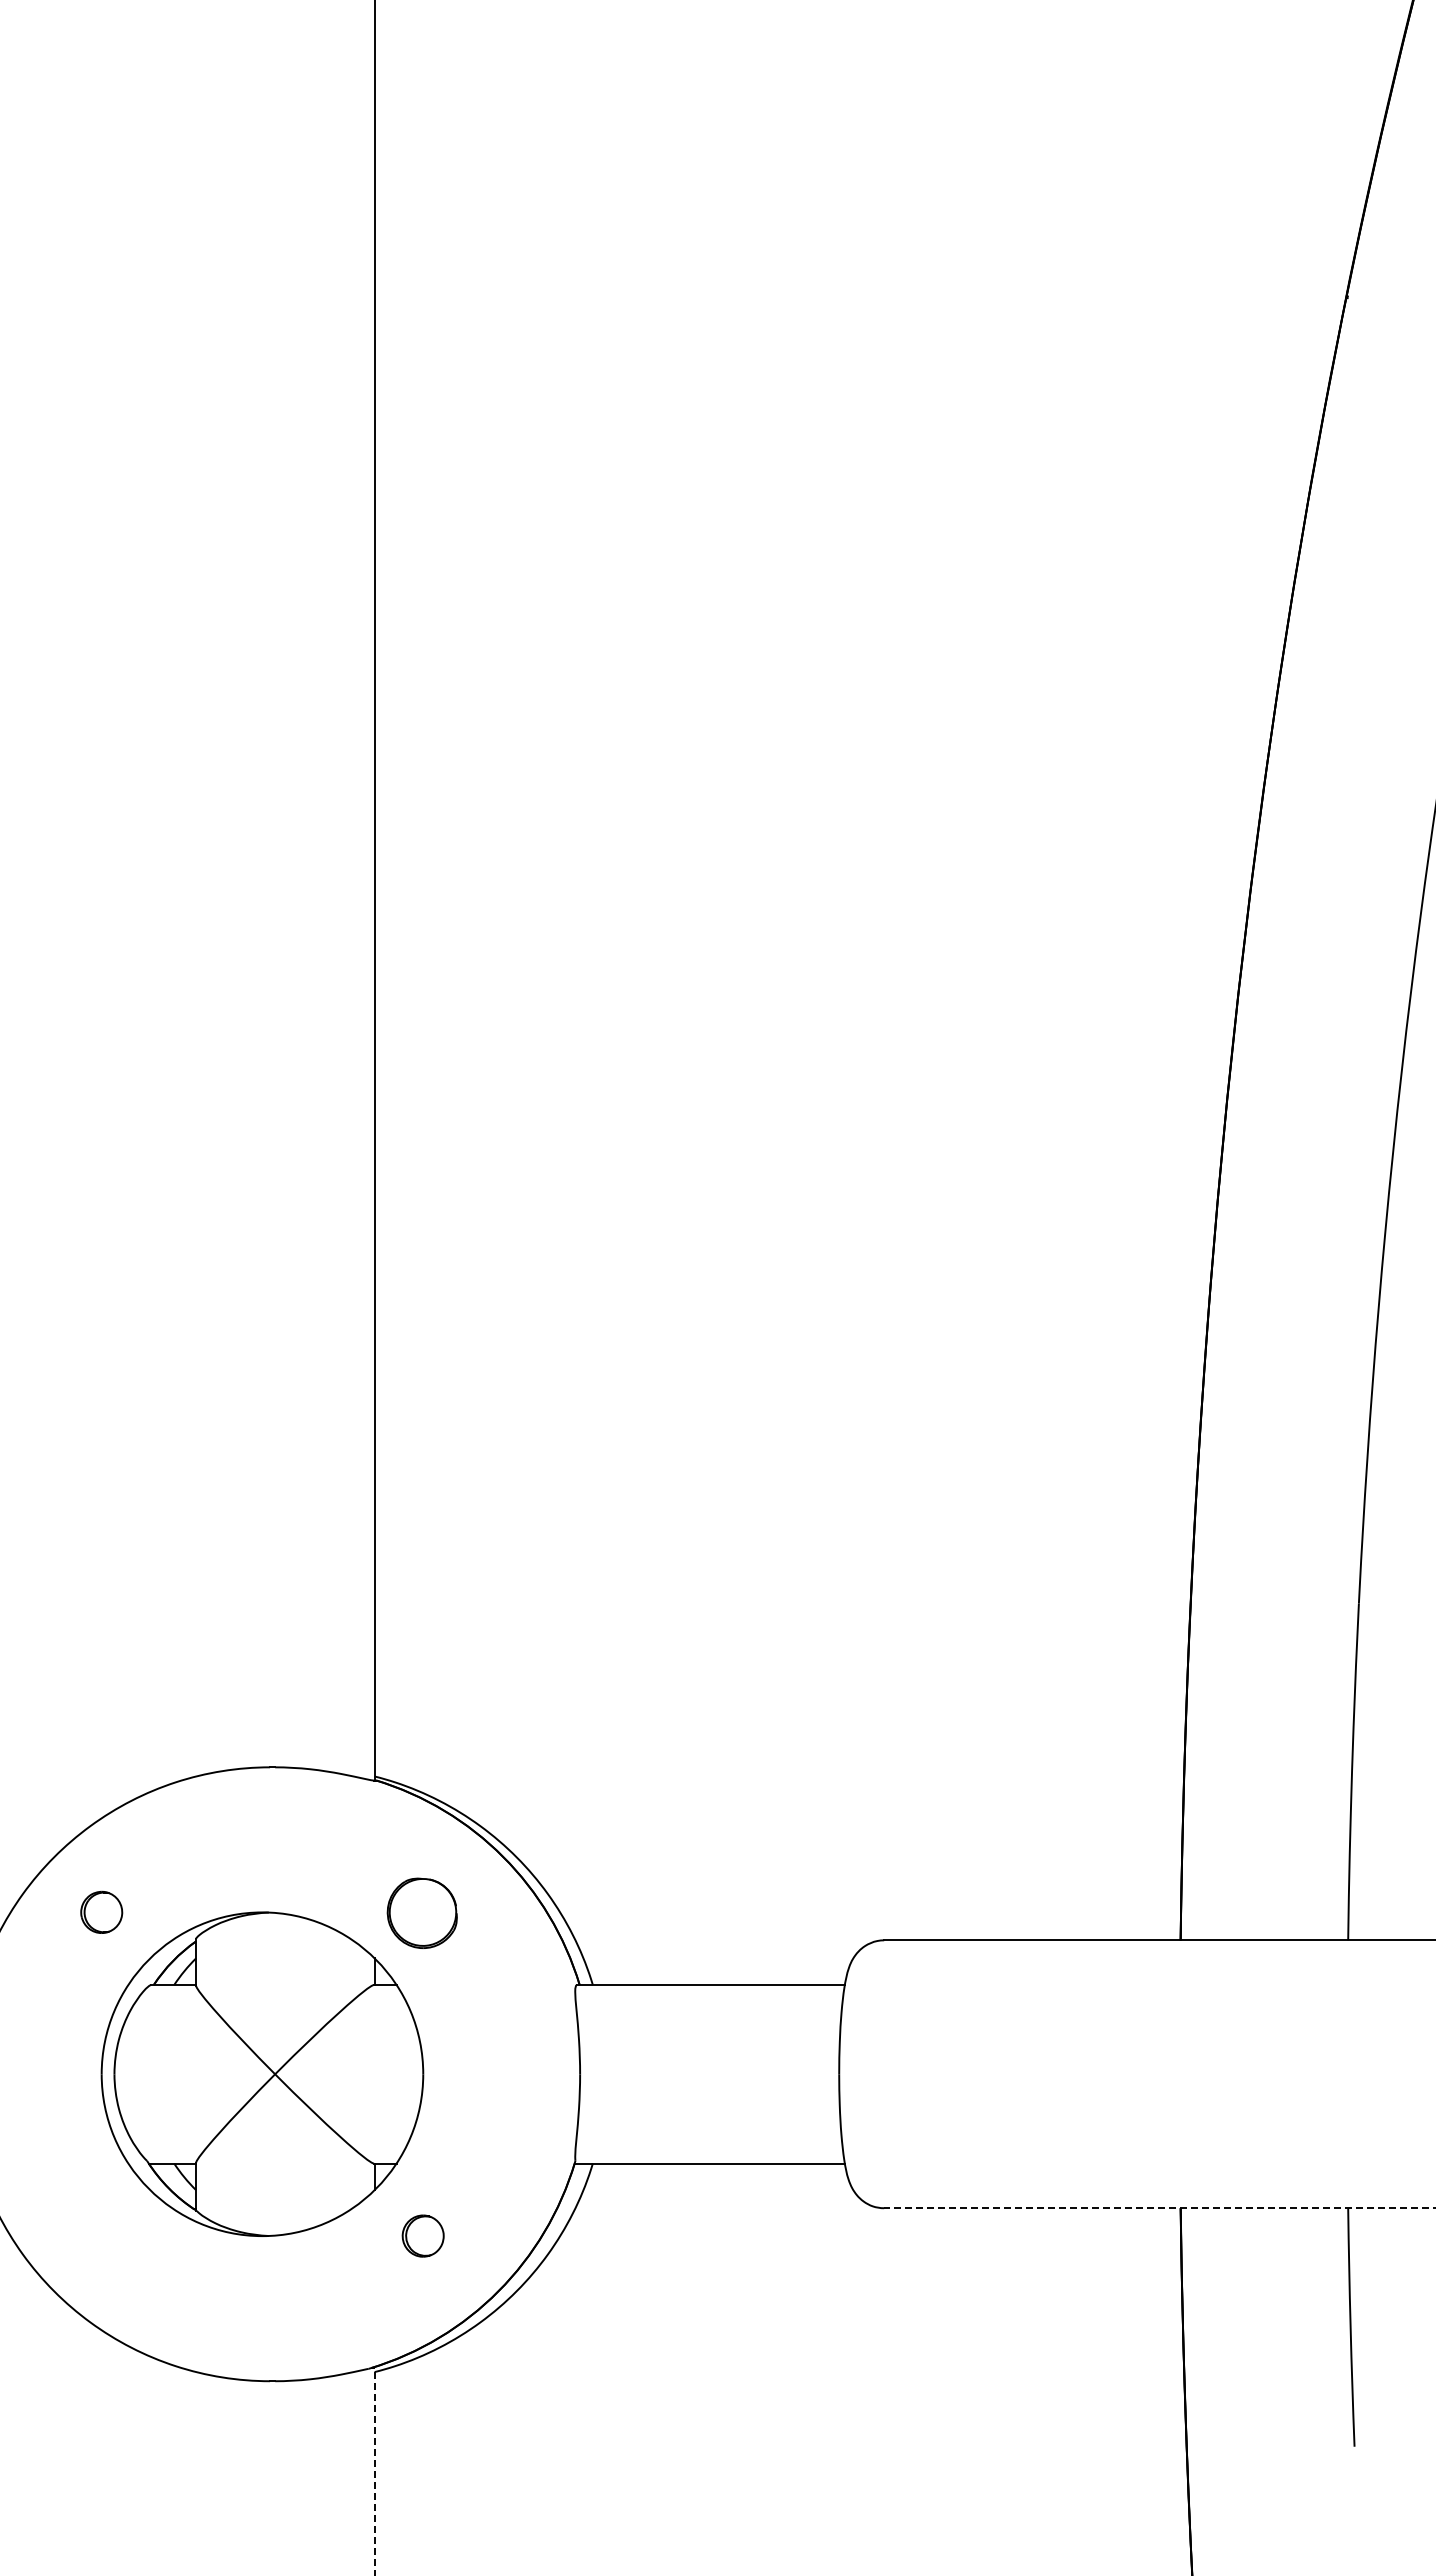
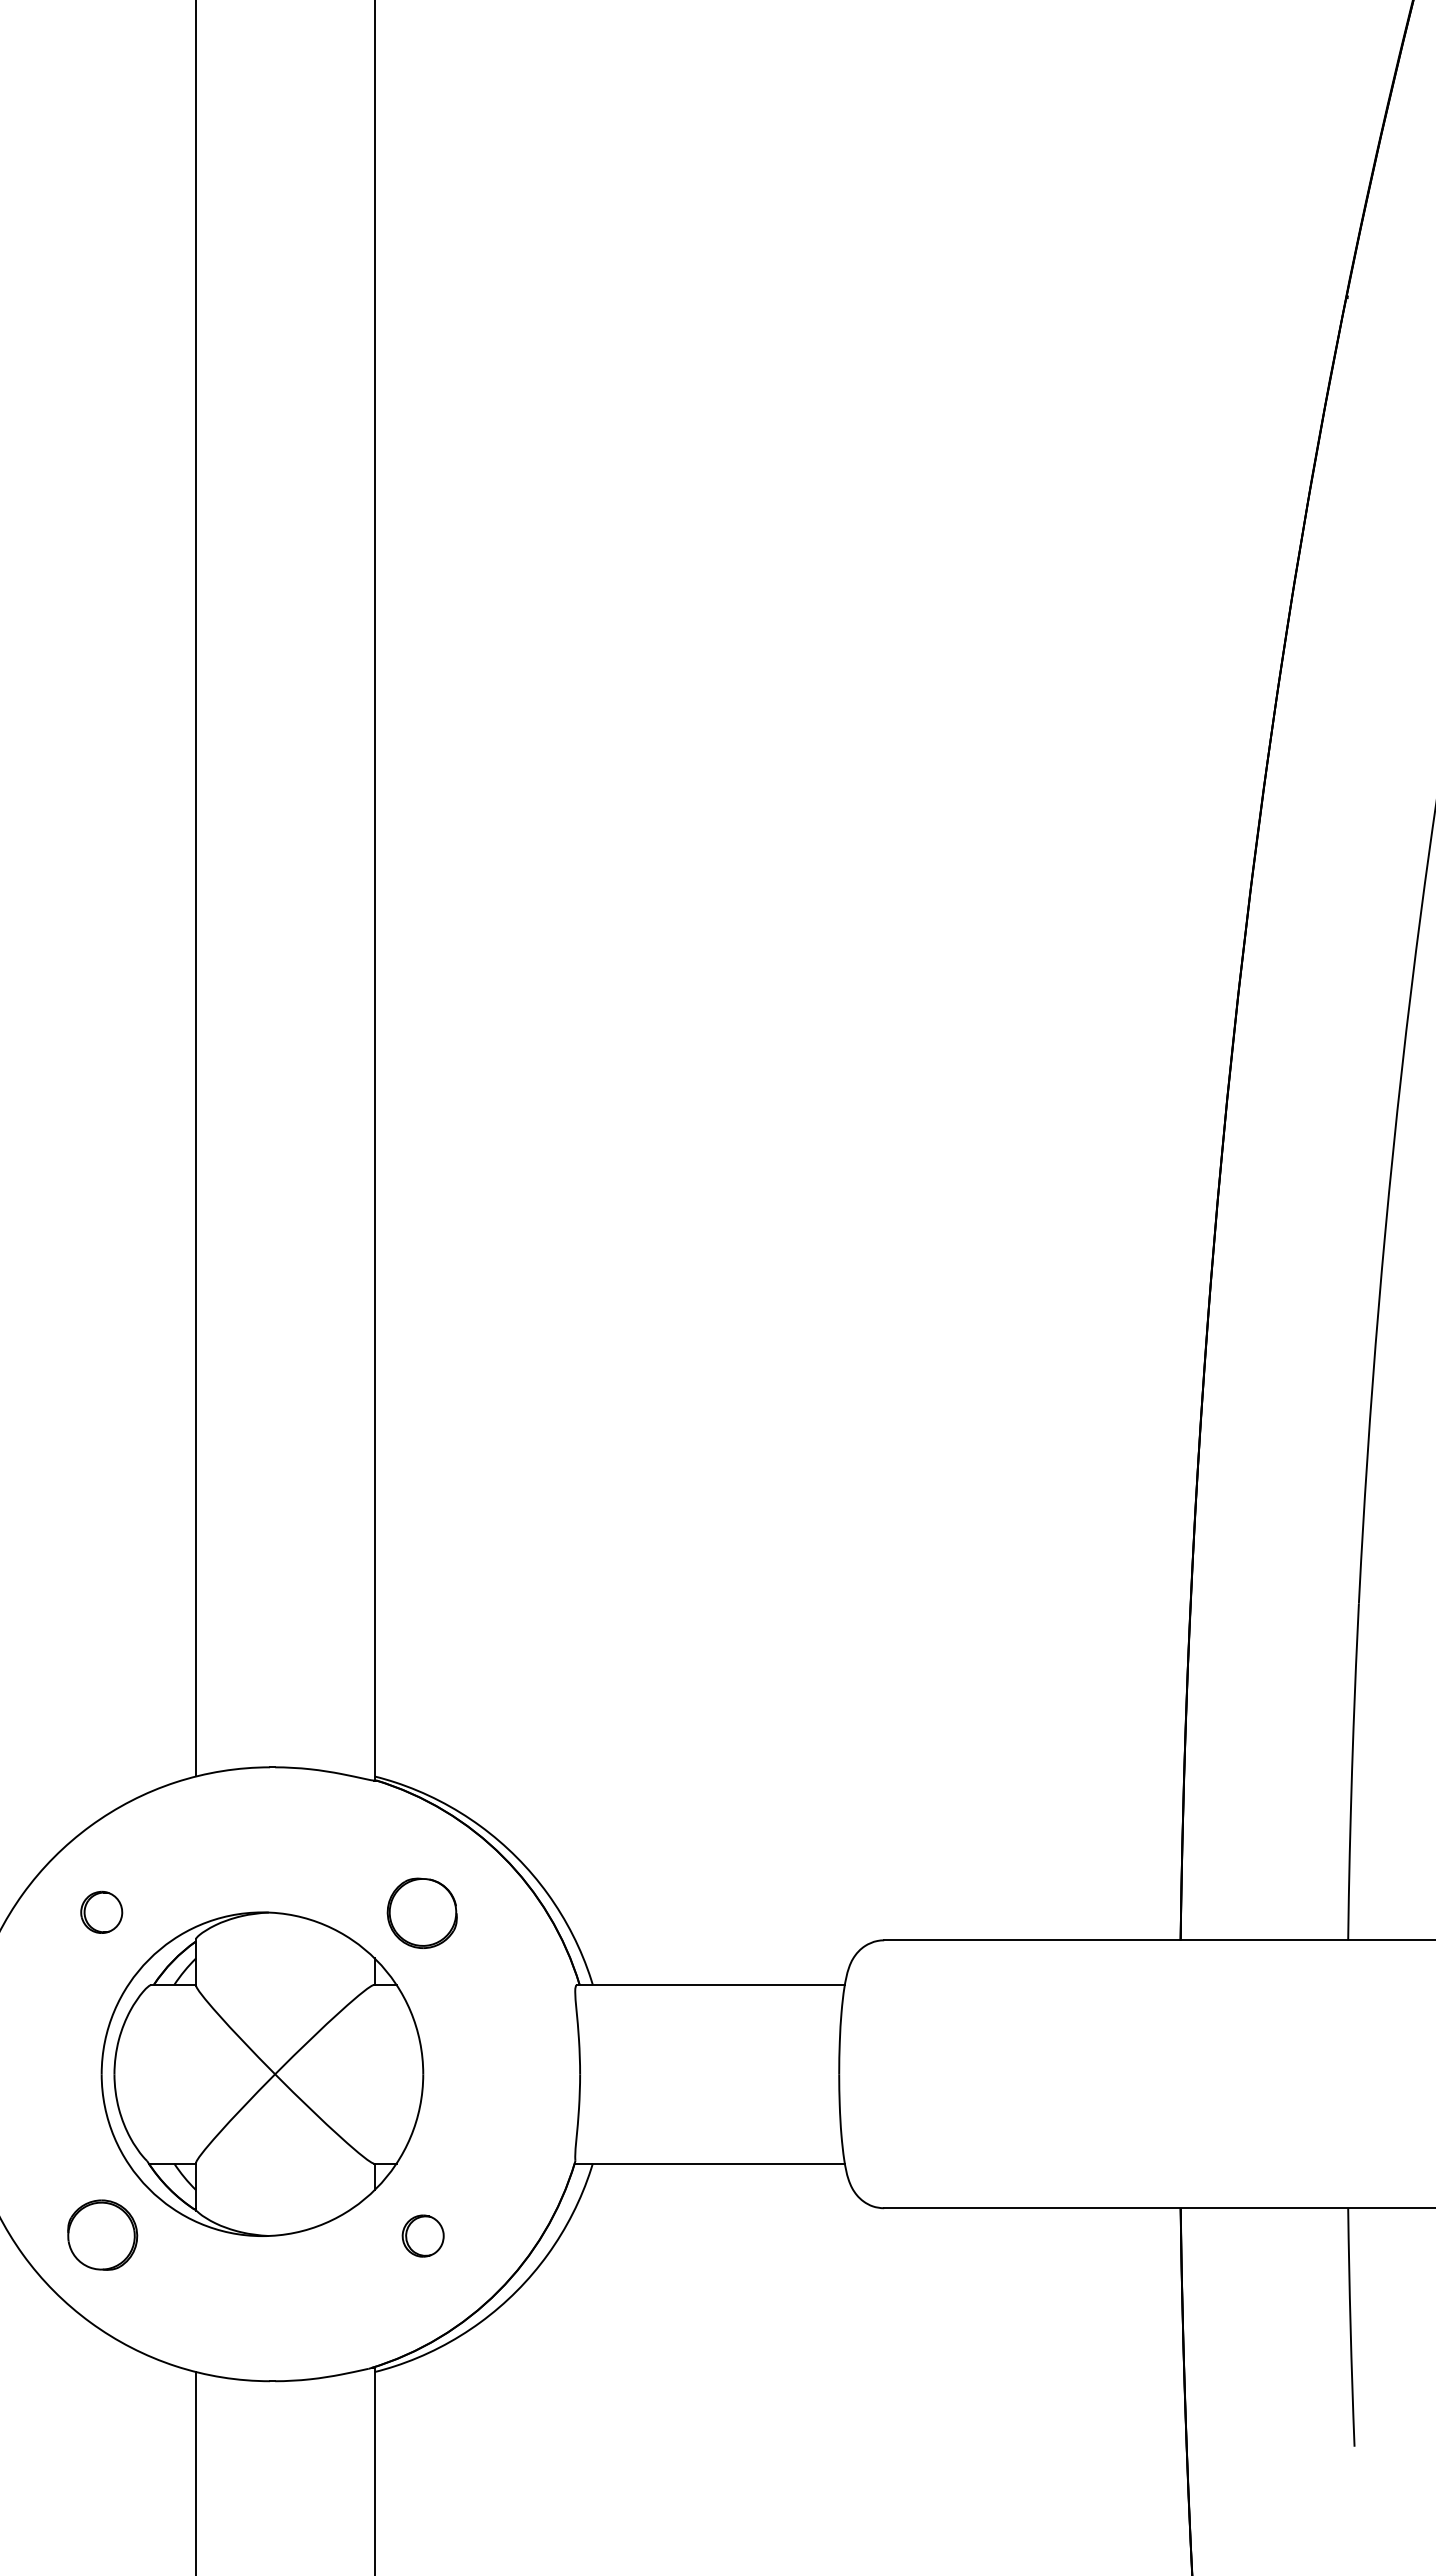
line at (196, 889): none -> present
line at (1159, 2208): dashed -> solid
part at (102, 2234): none -> present
line at (374, 2471): dashed -> solid
line at (196, 2472): none -> present
